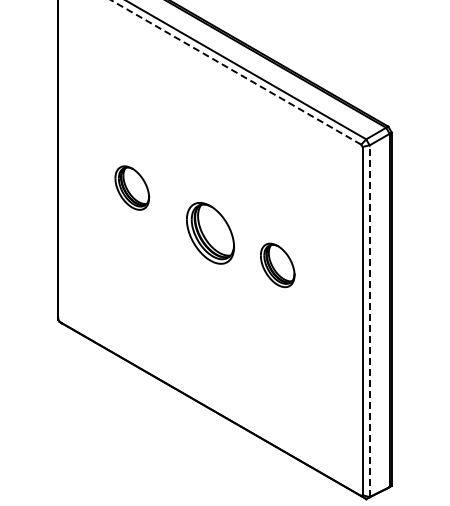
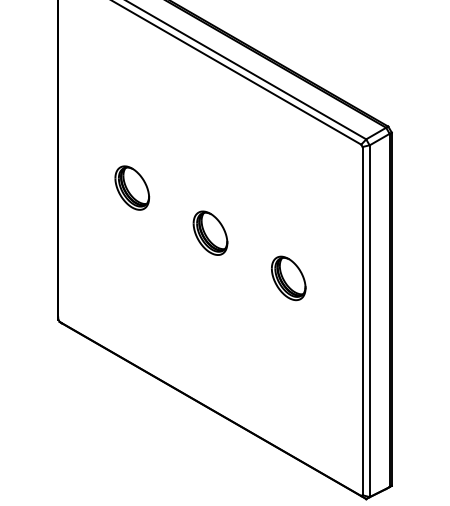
line at (235, 72): dashed -> solid
part at (210, 233) size: 49x63 px -> 37x46 px
part at (277, 265) position: (277, 265) -> (288, 278)
line at (369, 321): dashed -> solid
